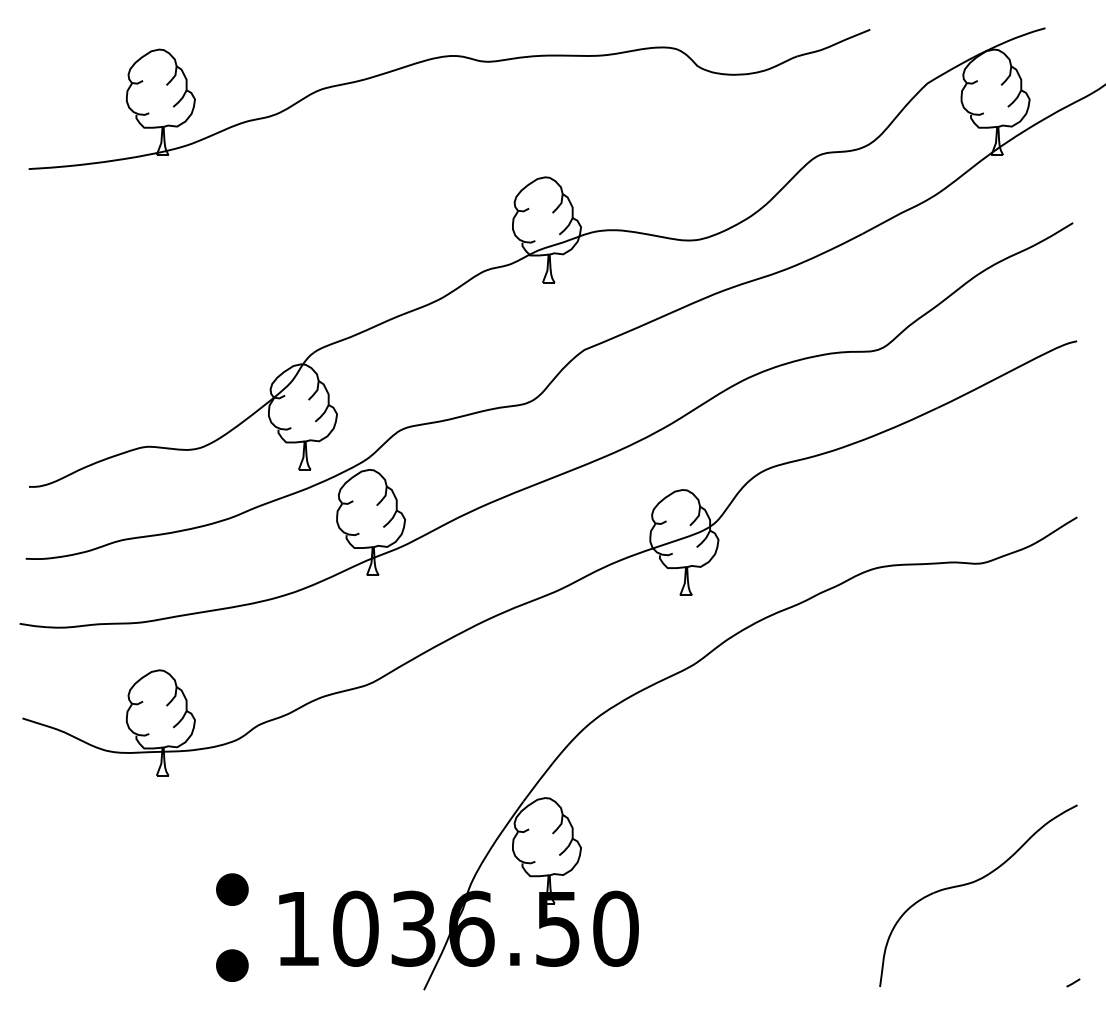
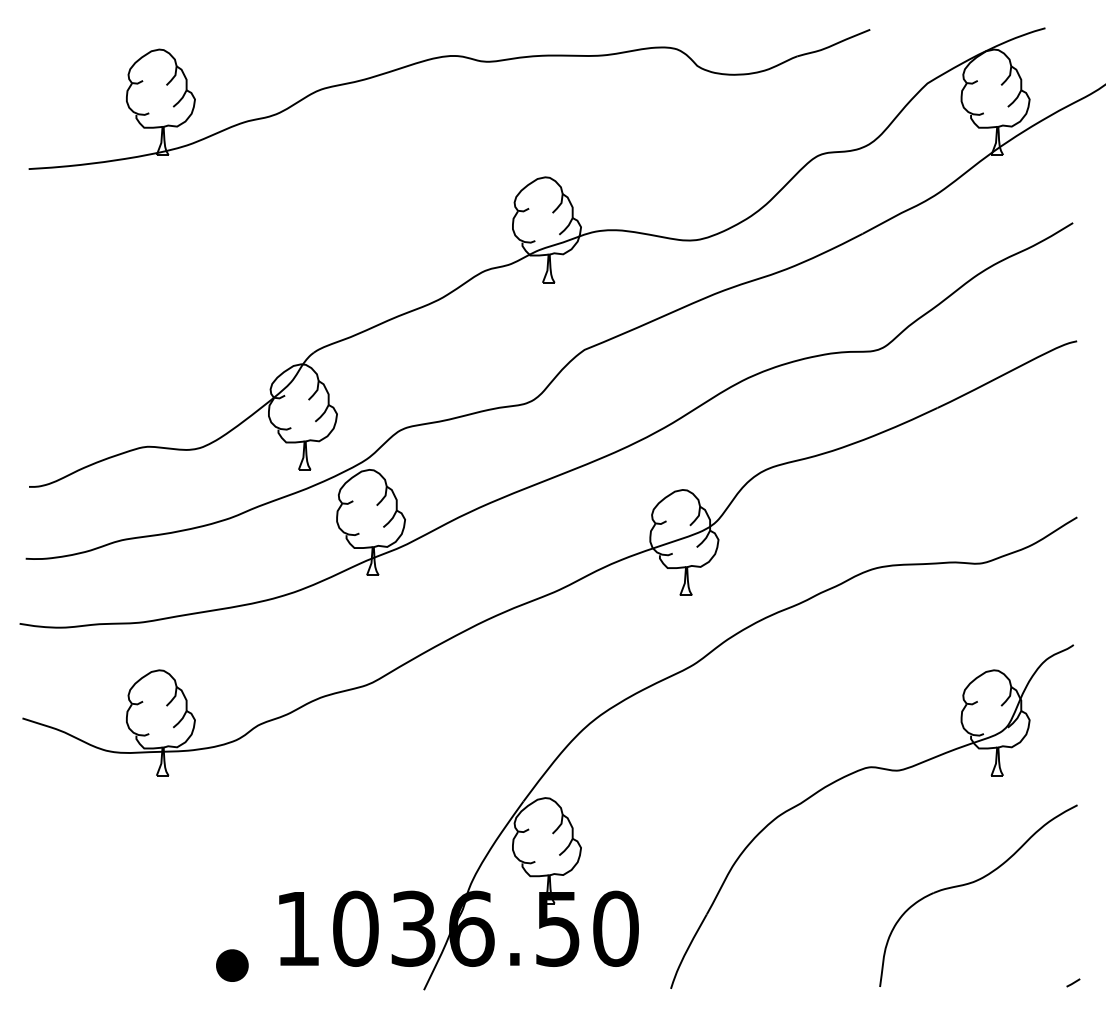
part at (850, 775): none -> present
part at (232, 889): present -> none
